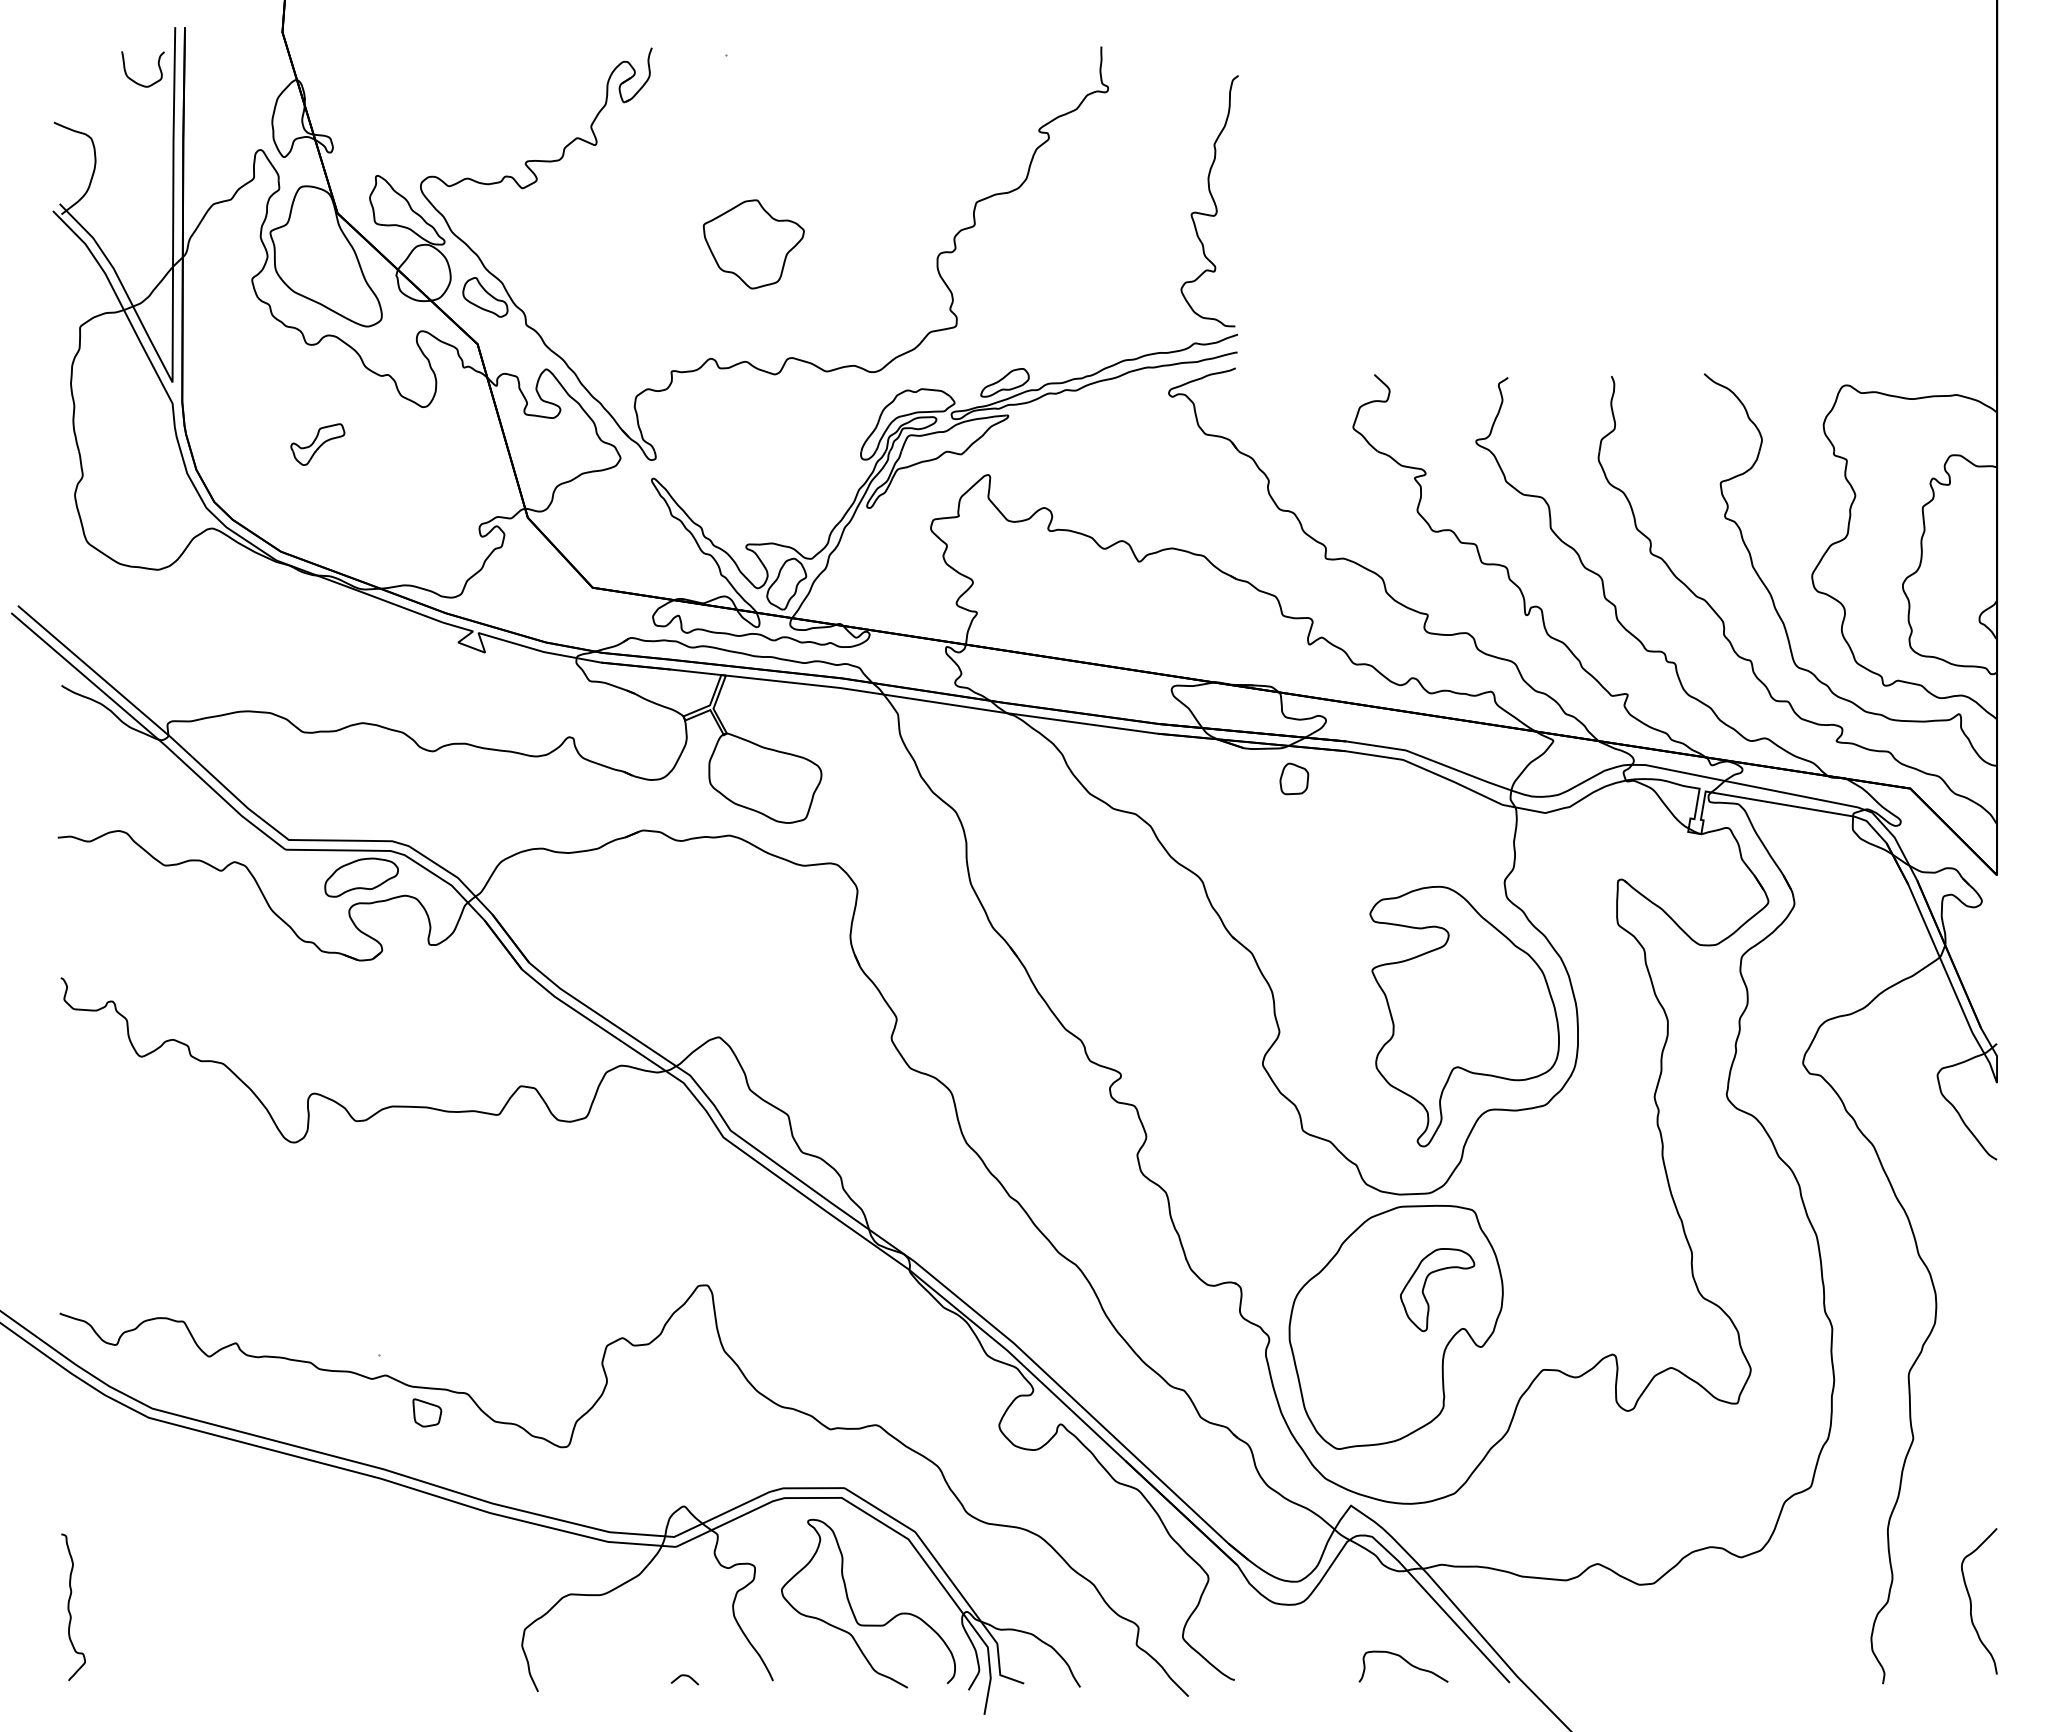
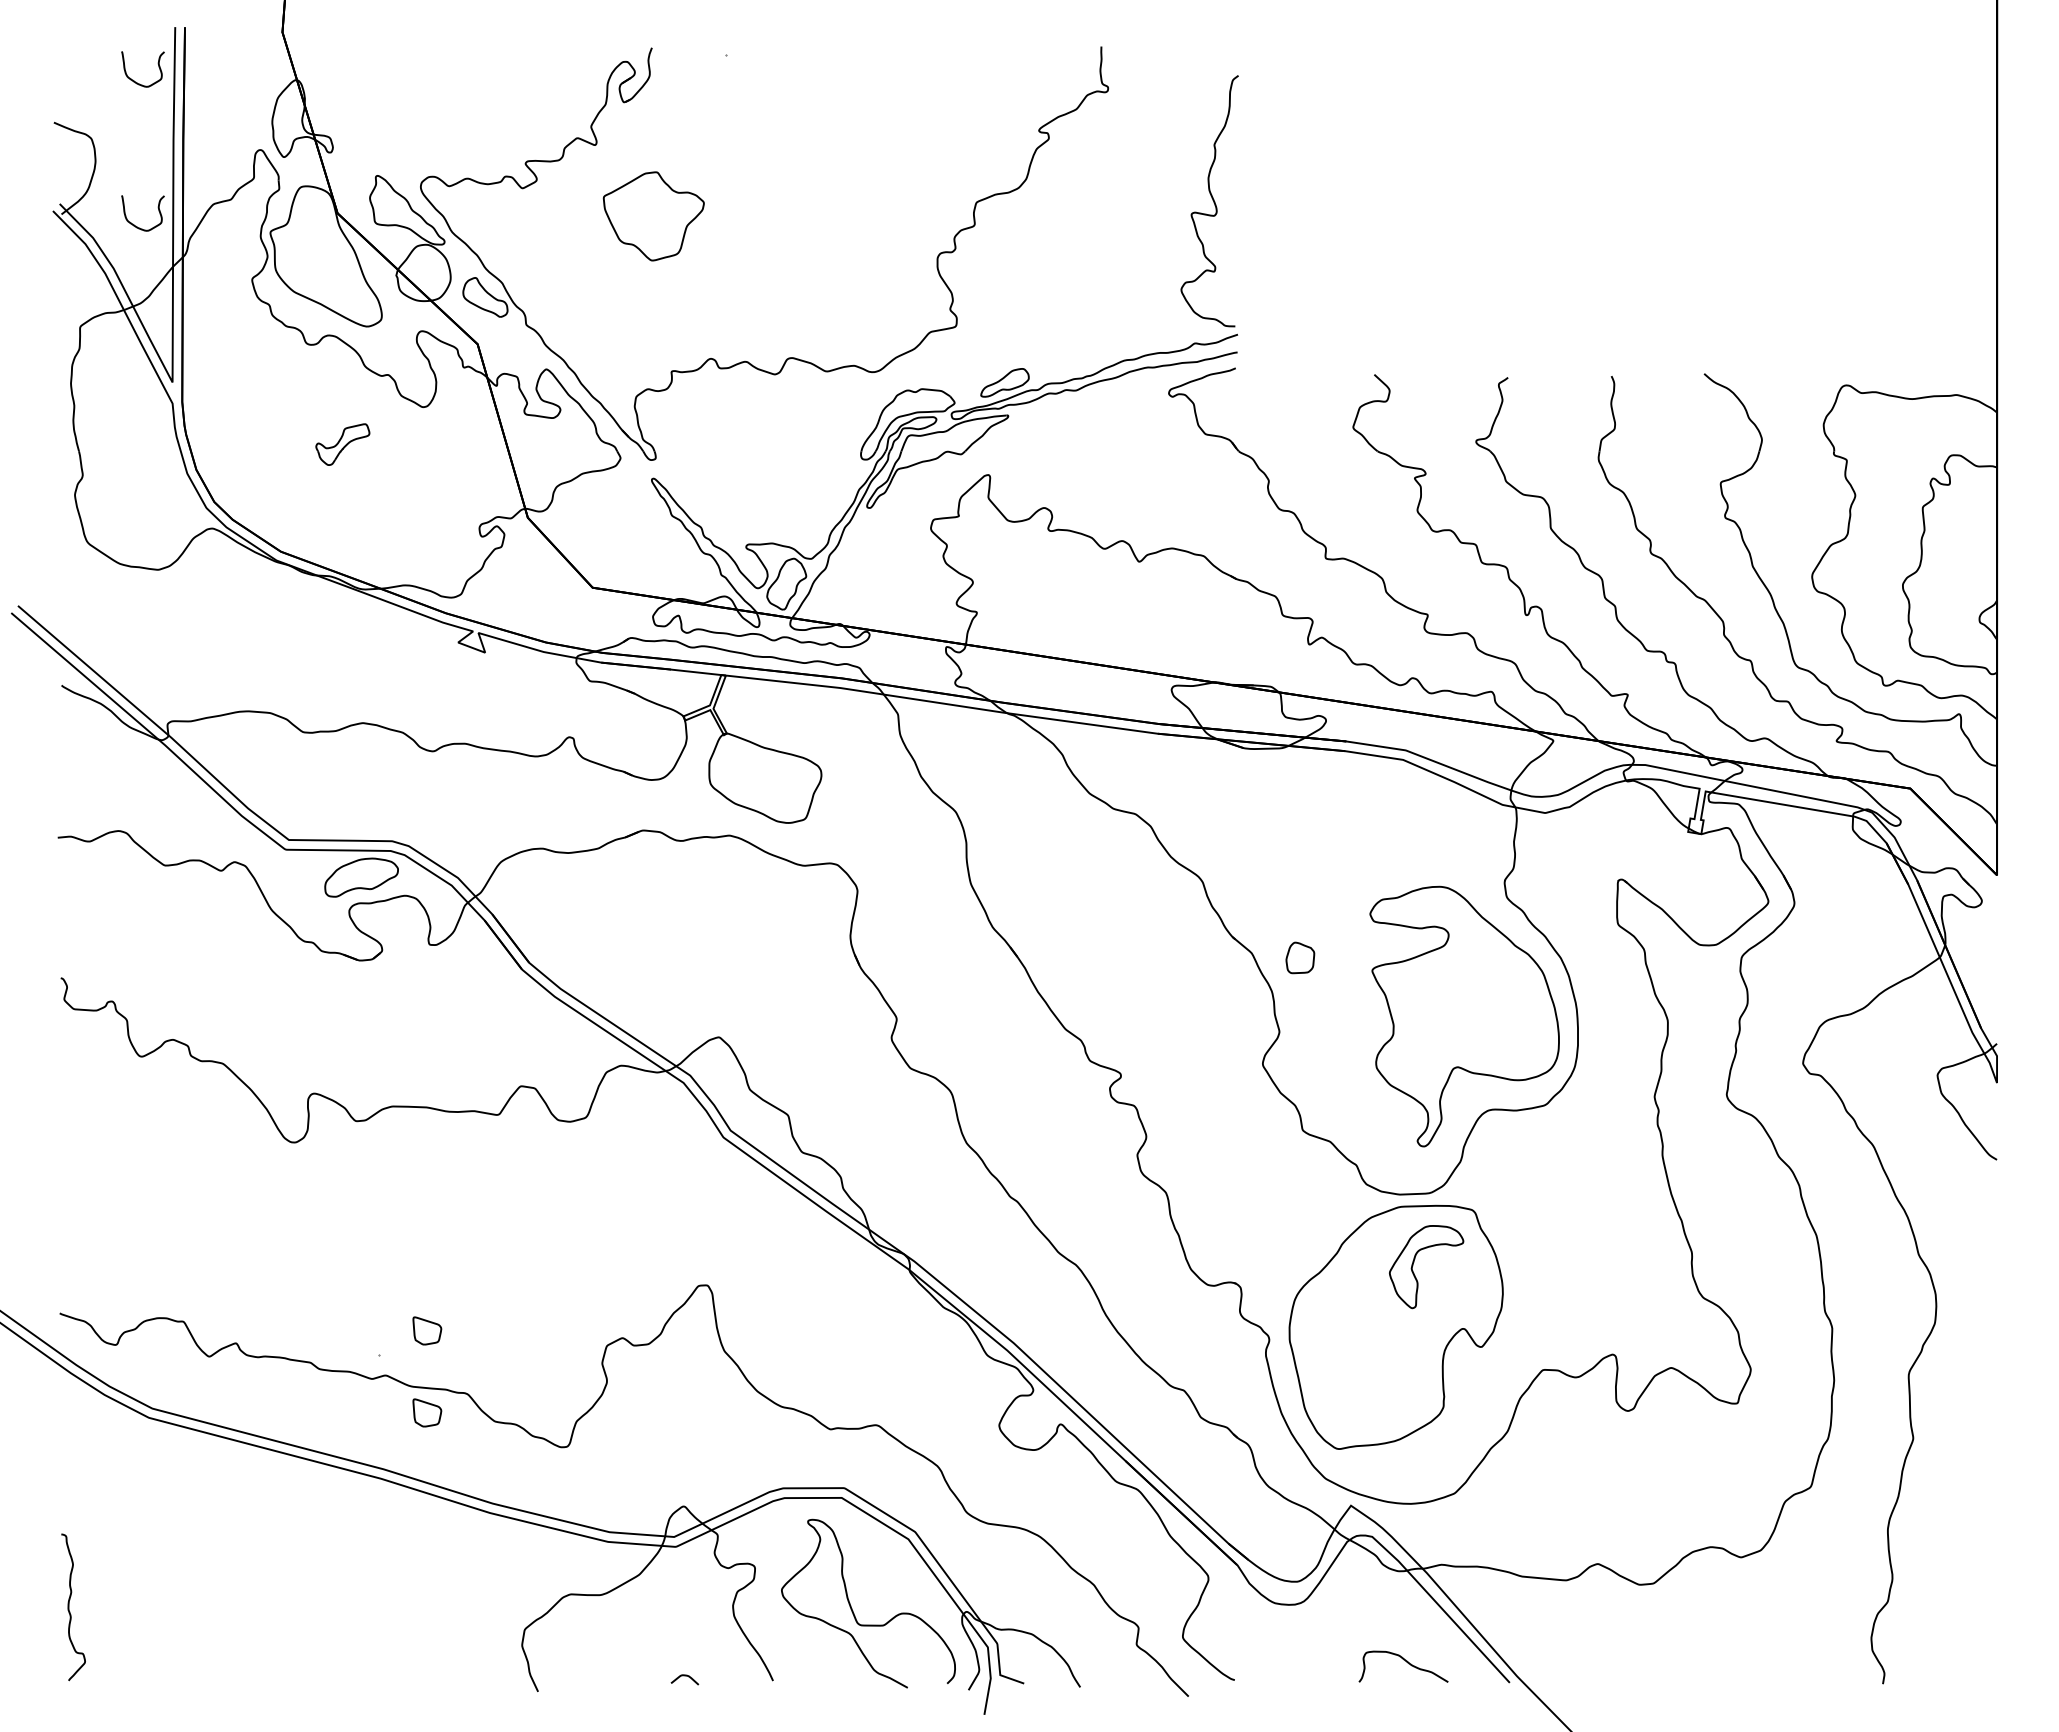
curve at (134, 224): none -> present
part at (753, 244) position: (753, 244) -> (653, 216)
part at (317, 444) position: (317, 444) -> (342, 444)
part at (1294, 778) position: (1294, 778) -> (1300, 957)
part at (1425, 1285) position: (1425, 1285) -> (1414, 1262)
part at (427, 1330): none -> present
curve at (1971, 1601): present -> none
